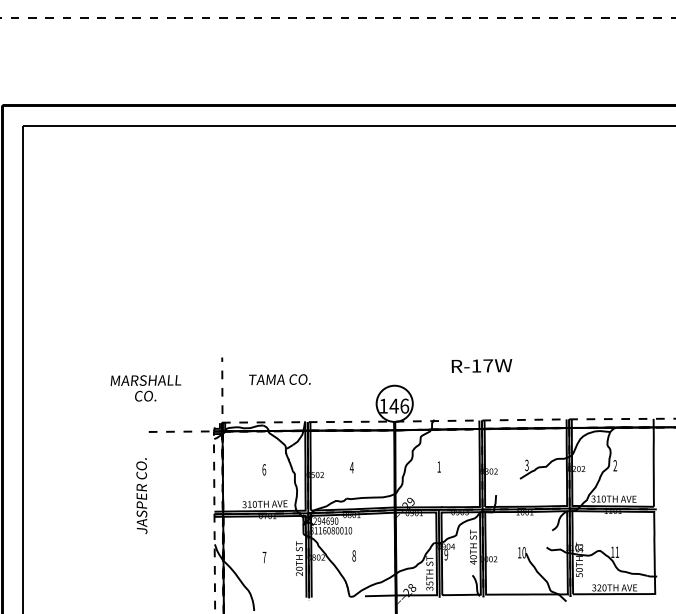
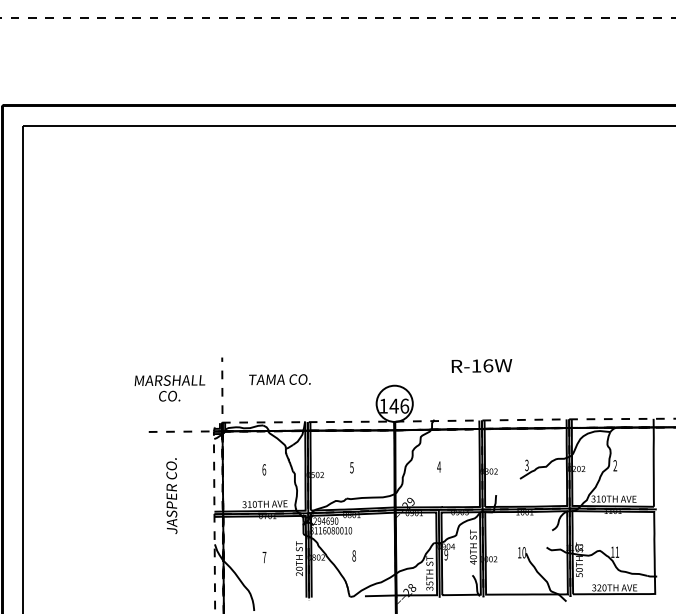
text at (488, 365): R-17W -> R-16W
text at (145, 388) position: (145, 388) -> (169, 388)
text at (439, 466): 1 -> 4
text at (351, 467): 4 -> 5
text at (141, 495) position: (141, 495) -> (171, 495)
